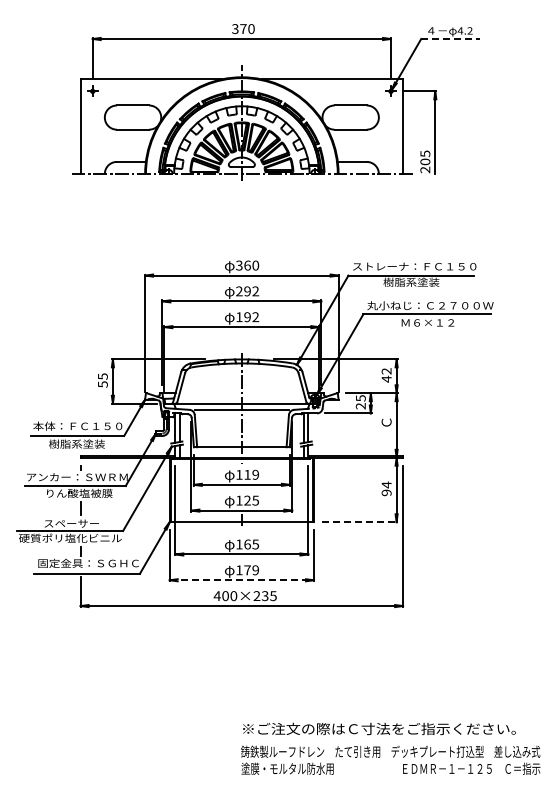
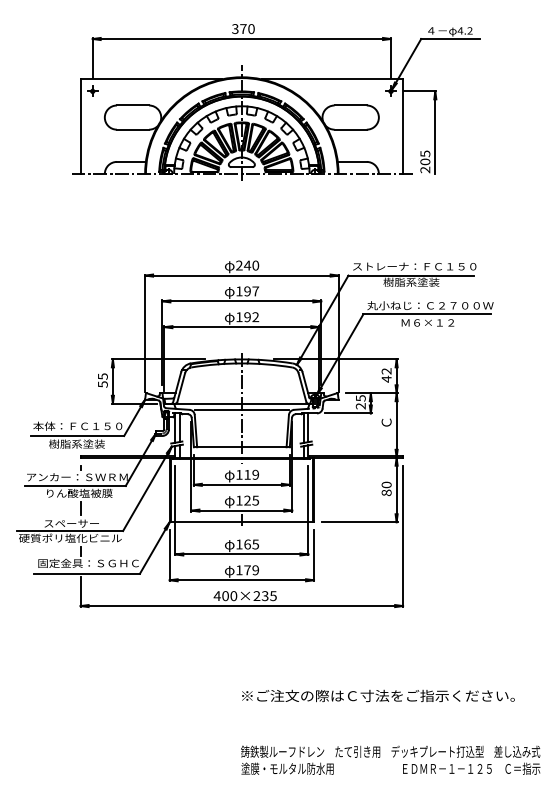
line at (451, 39): dashed -> solid
text at (243, 265): 360 -> 240
text at (247, 291): 292 -> 197
text at (386, 488): 94 -> 80
line at (359, 522): dashed -> solid
line at (242, 580): dashed -> solid
text at (379, 728) position: (379, 728) -> (378, 695)
